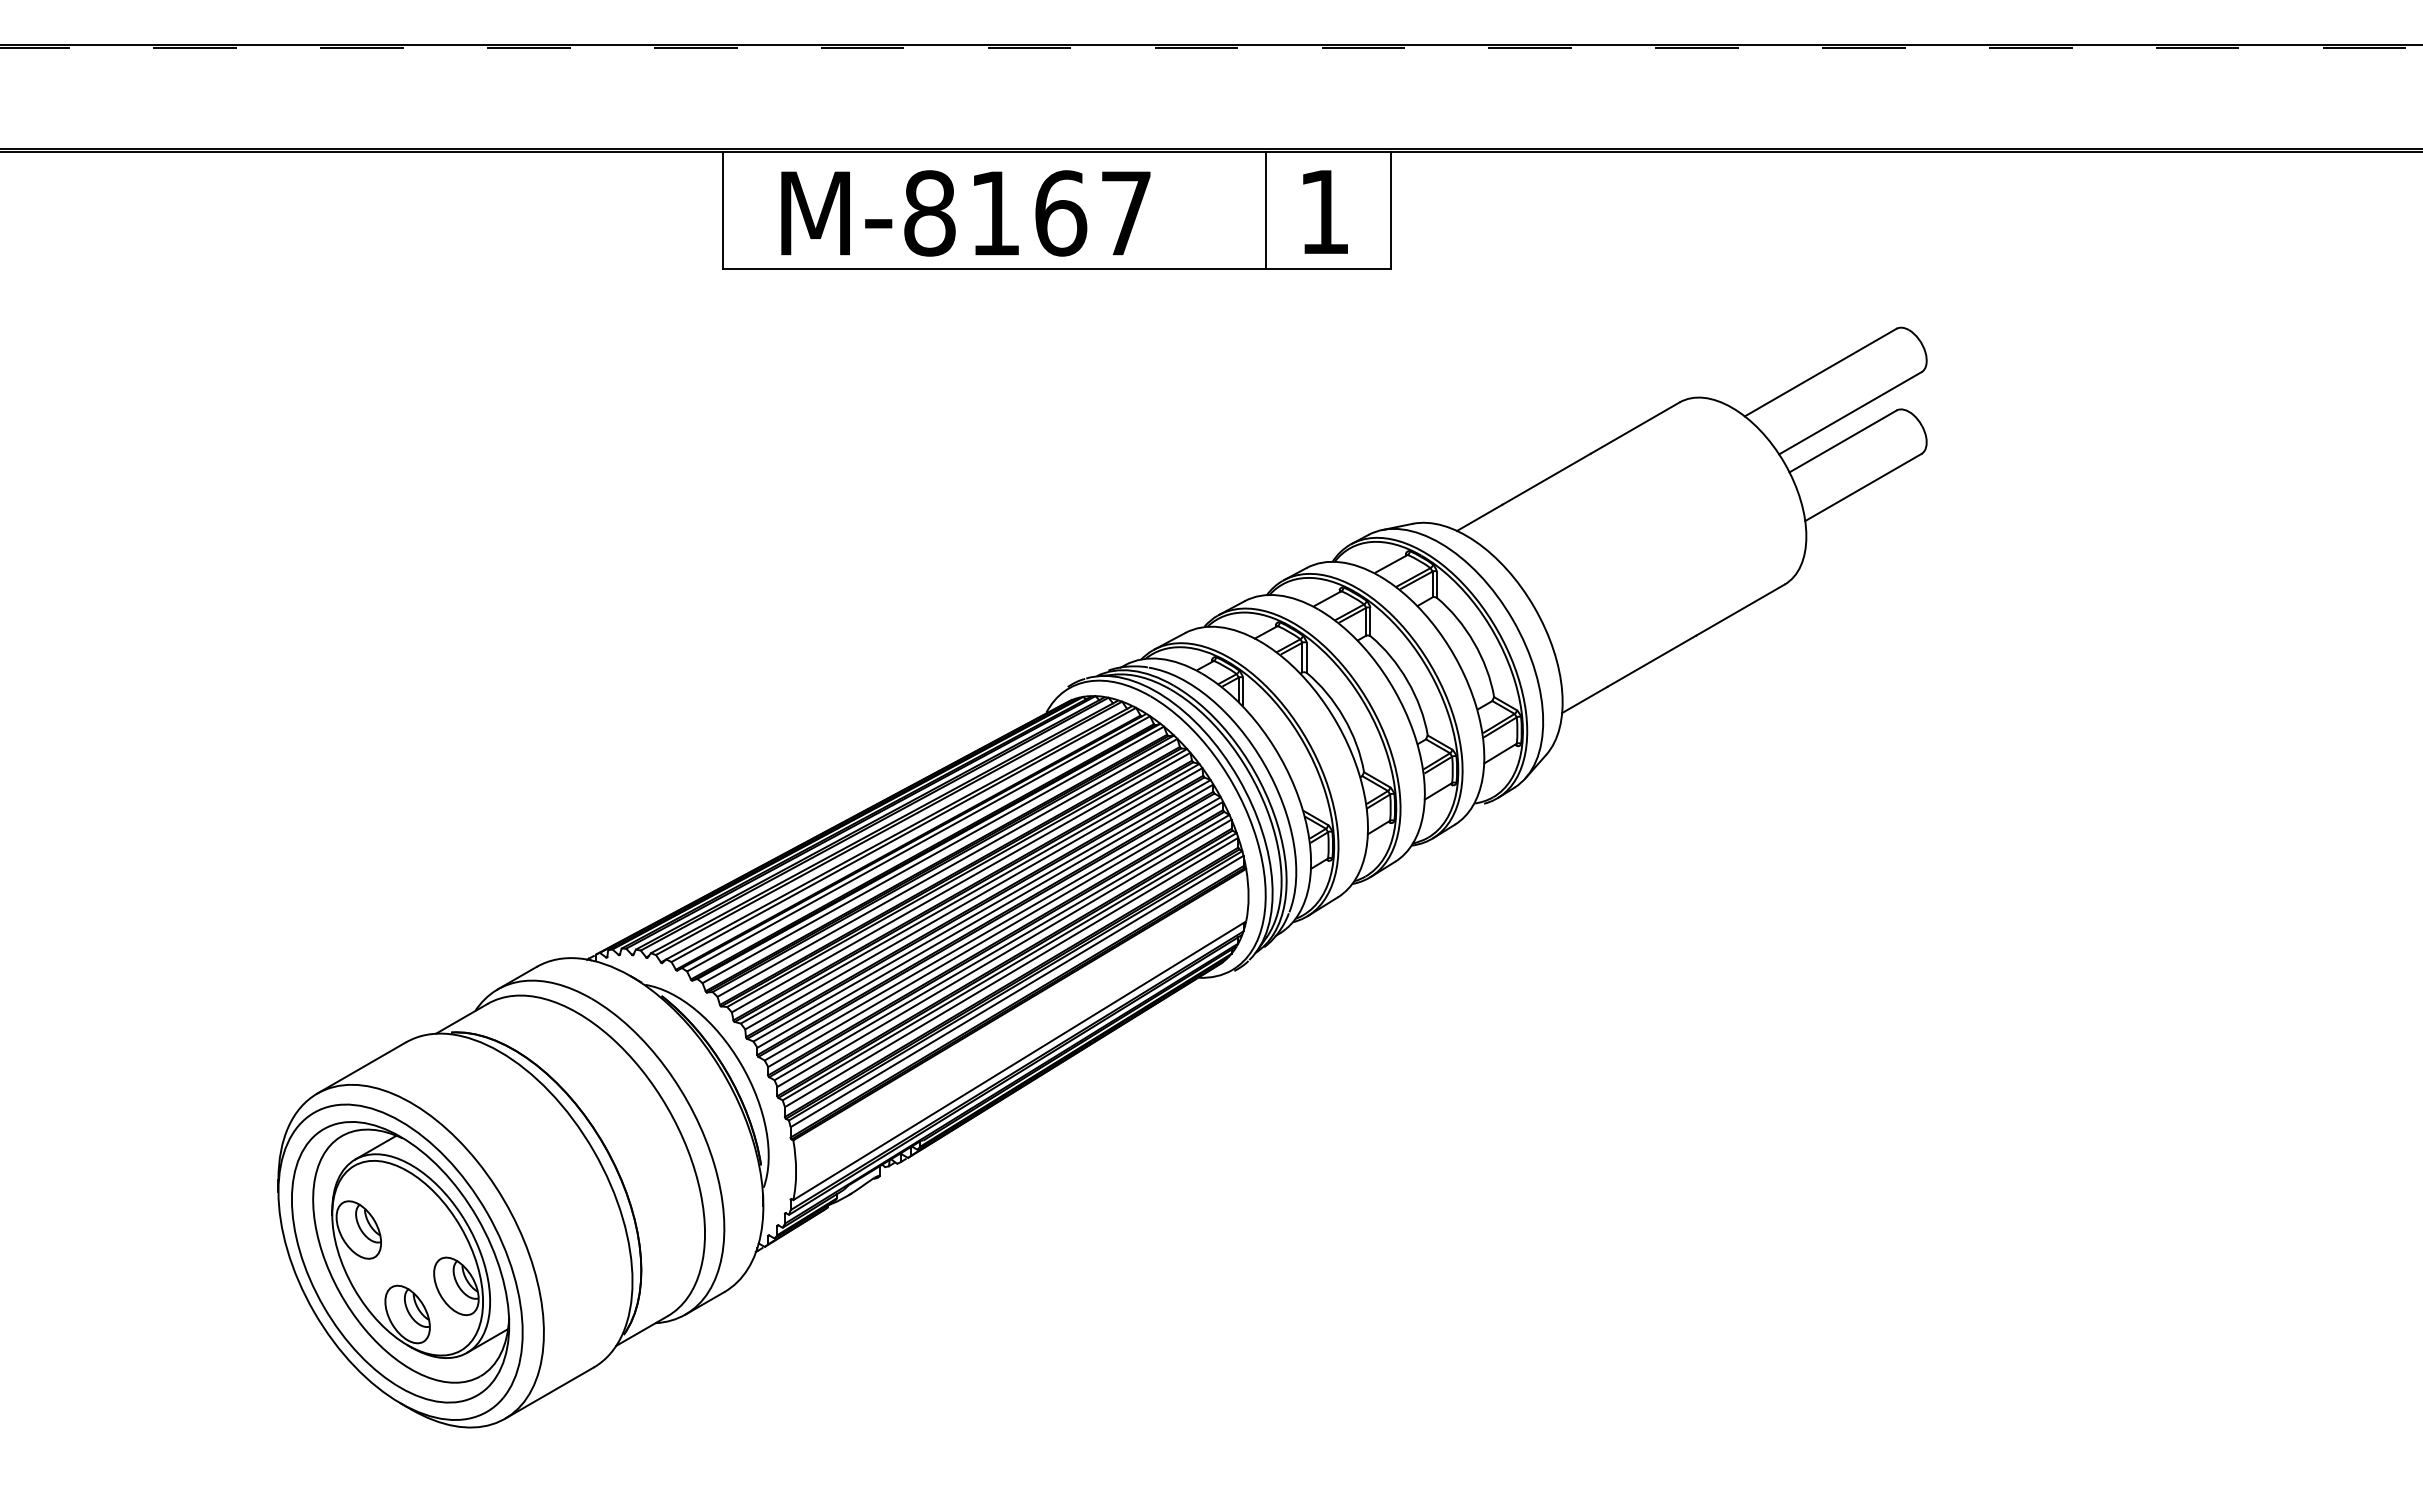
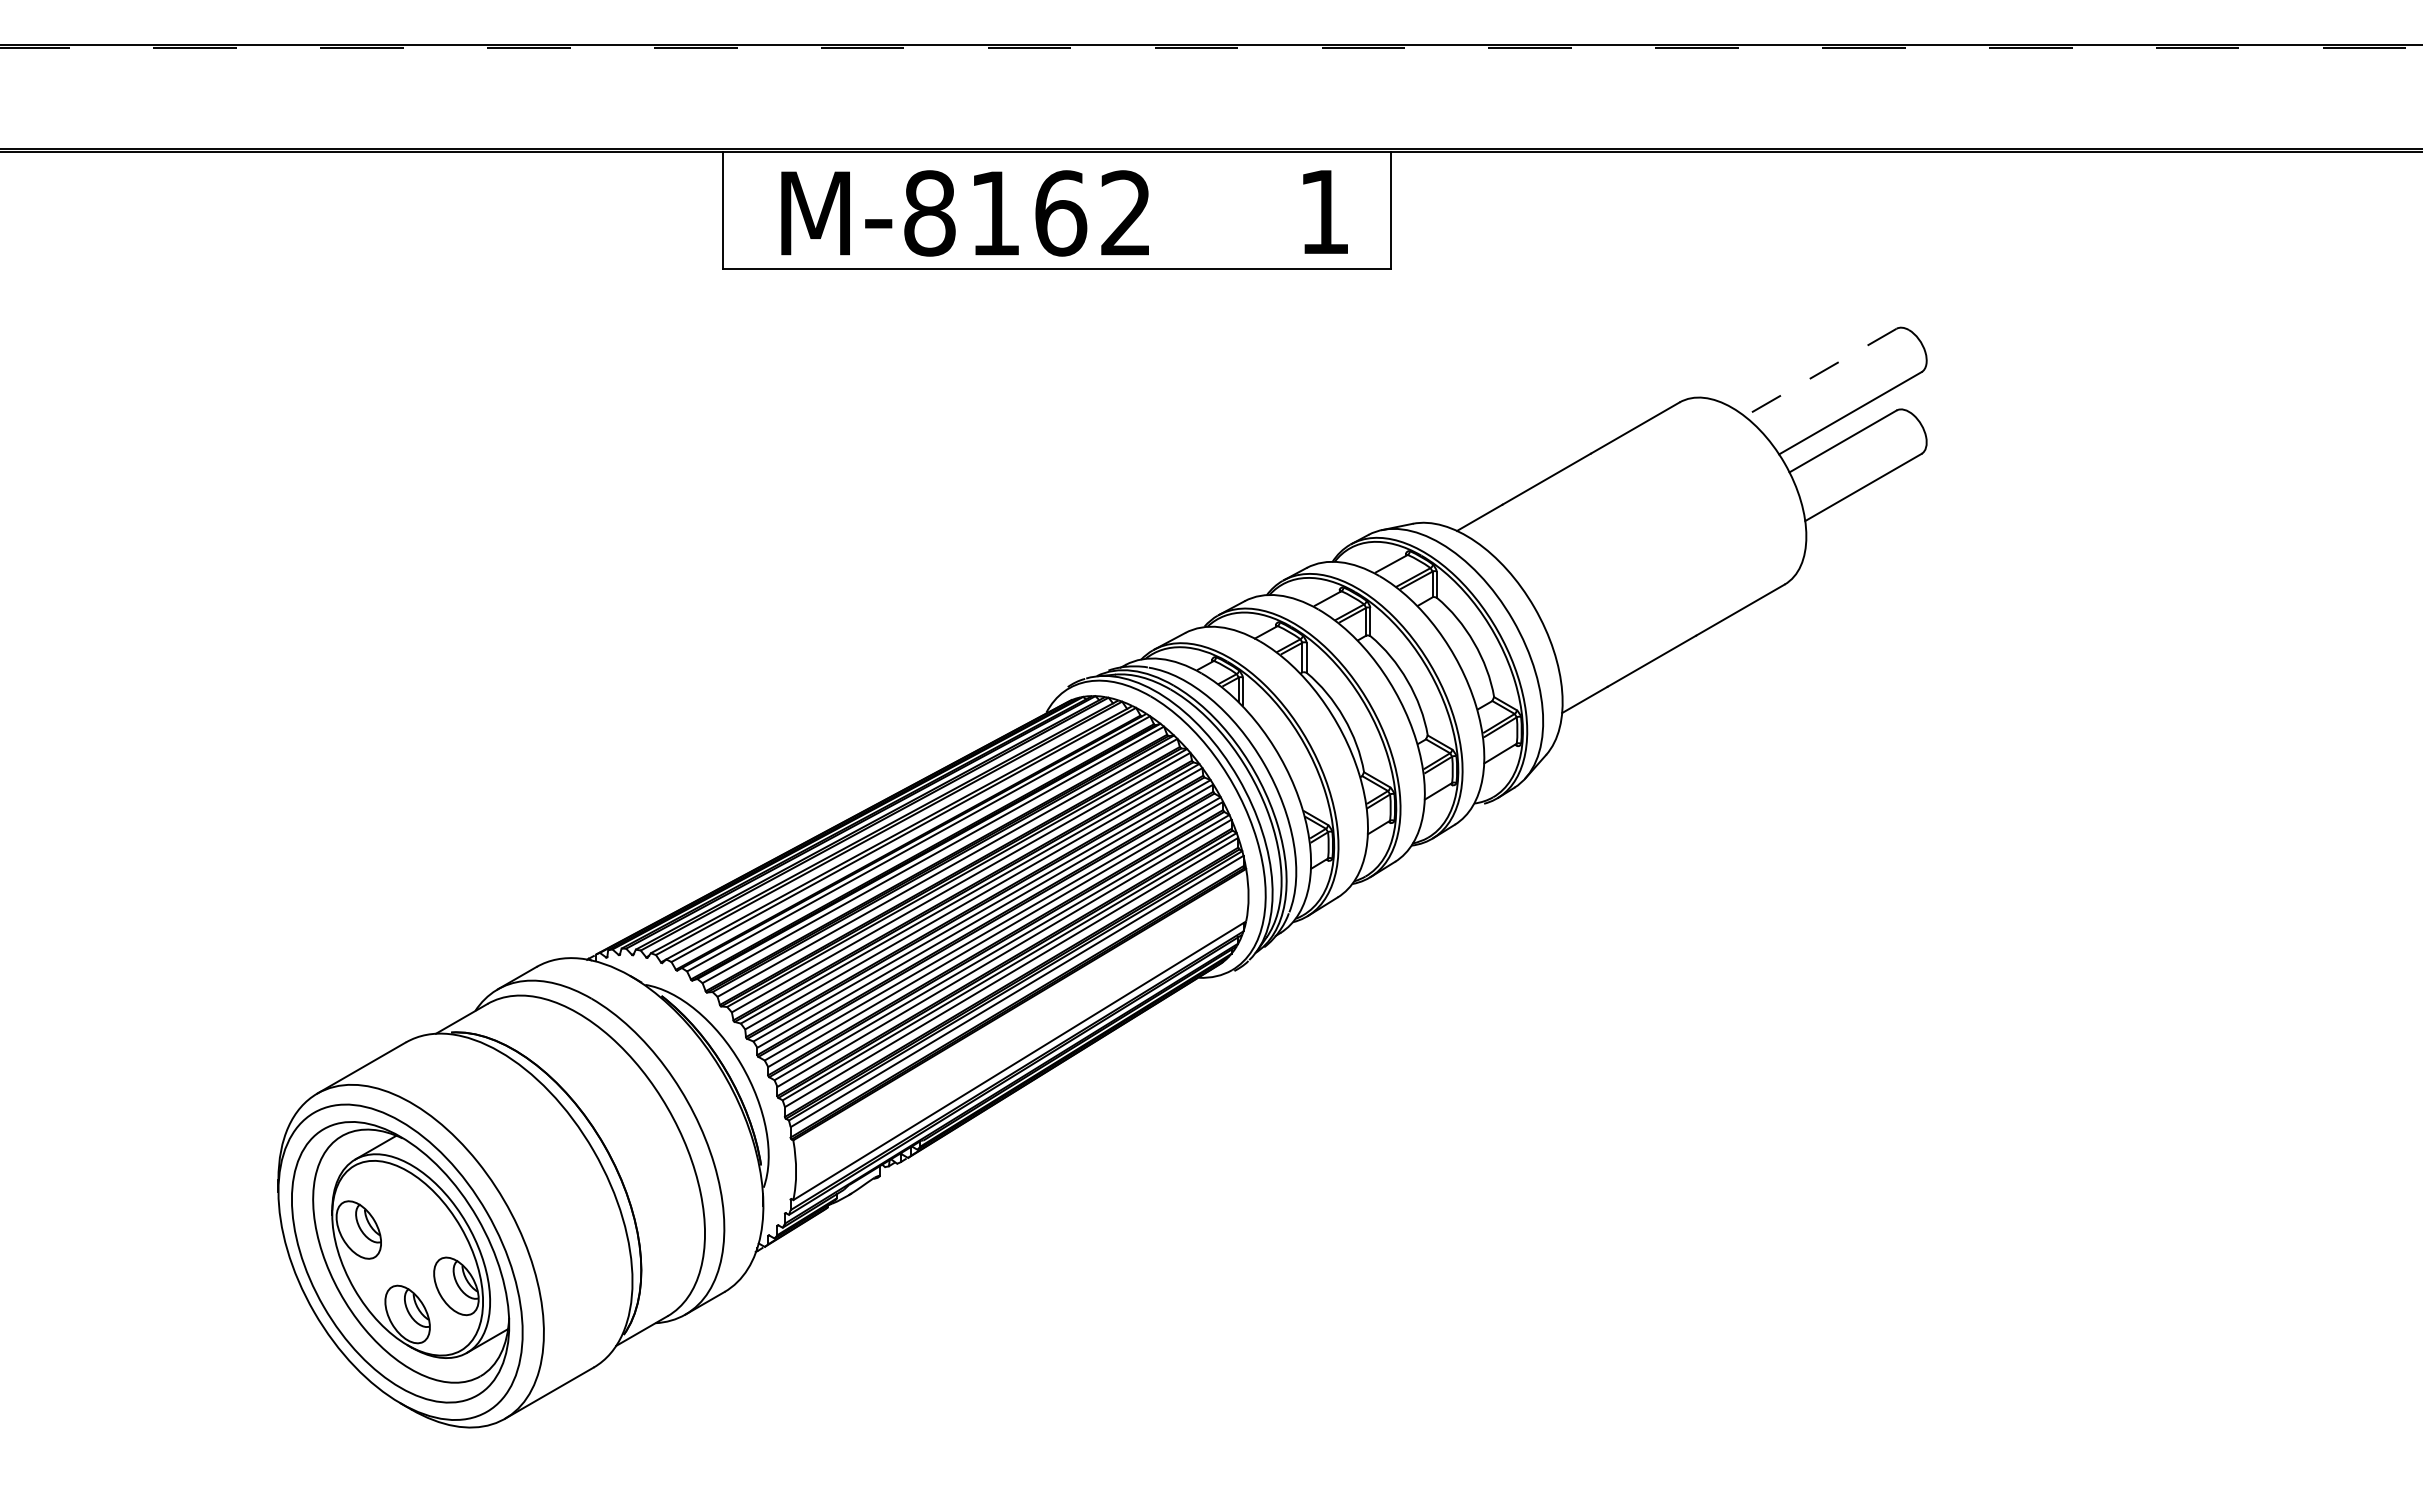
line at (1265, 210): present -> none
text at (1125, 212): M-8167 -> M-8162
line at (1820, 372): solid -> dashed
